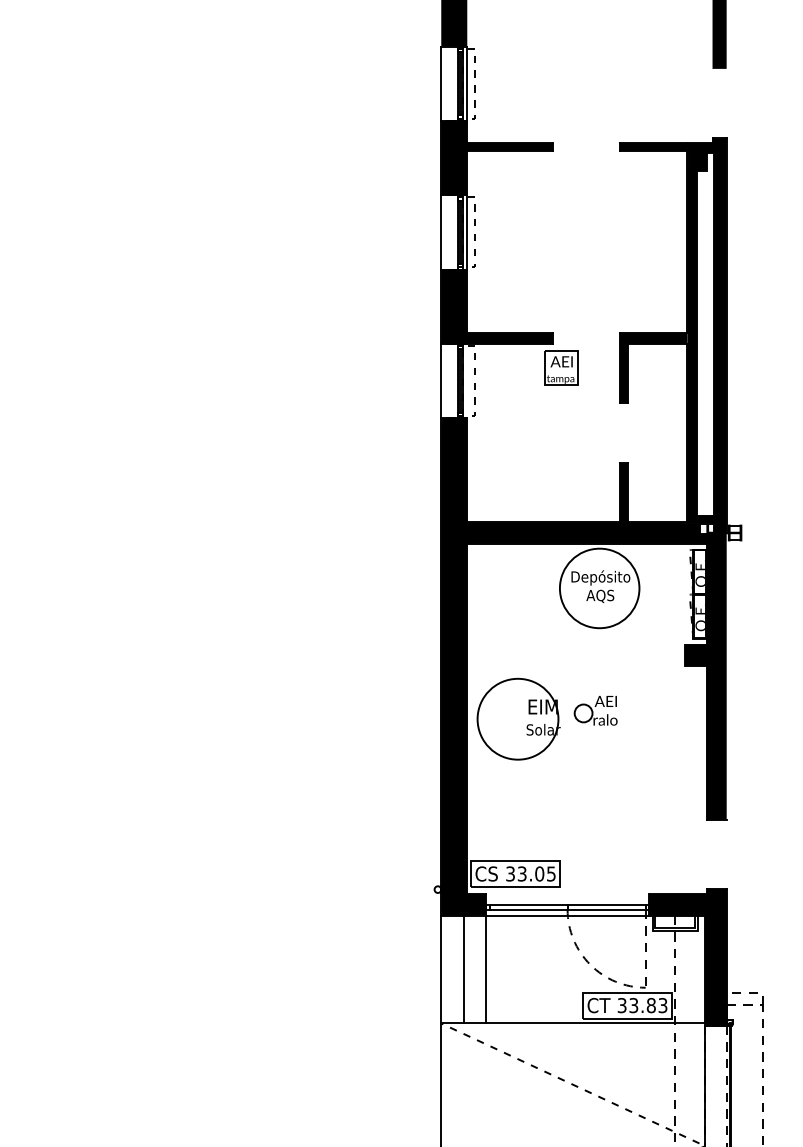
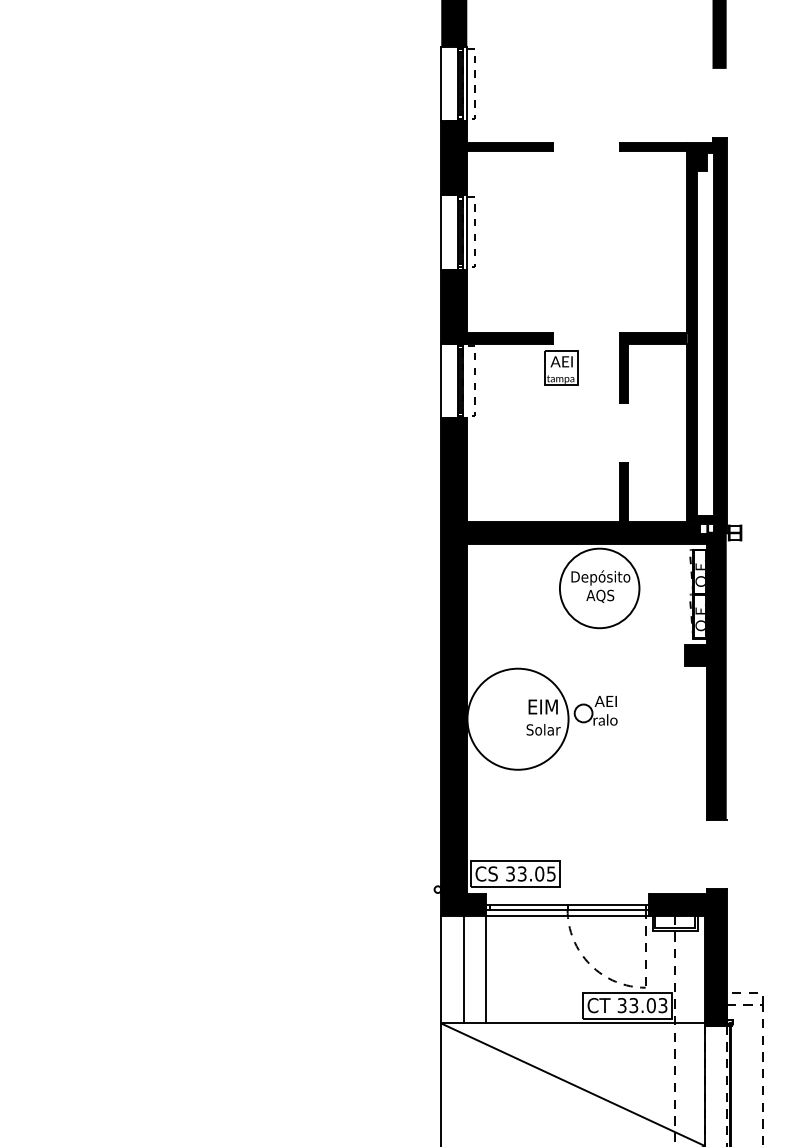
circle at (517, 718) diameter: 81 px -> 101 px
text at (650, 1005): 33.83 -> 33.03
line at (574, 1085): dashed -> solid
